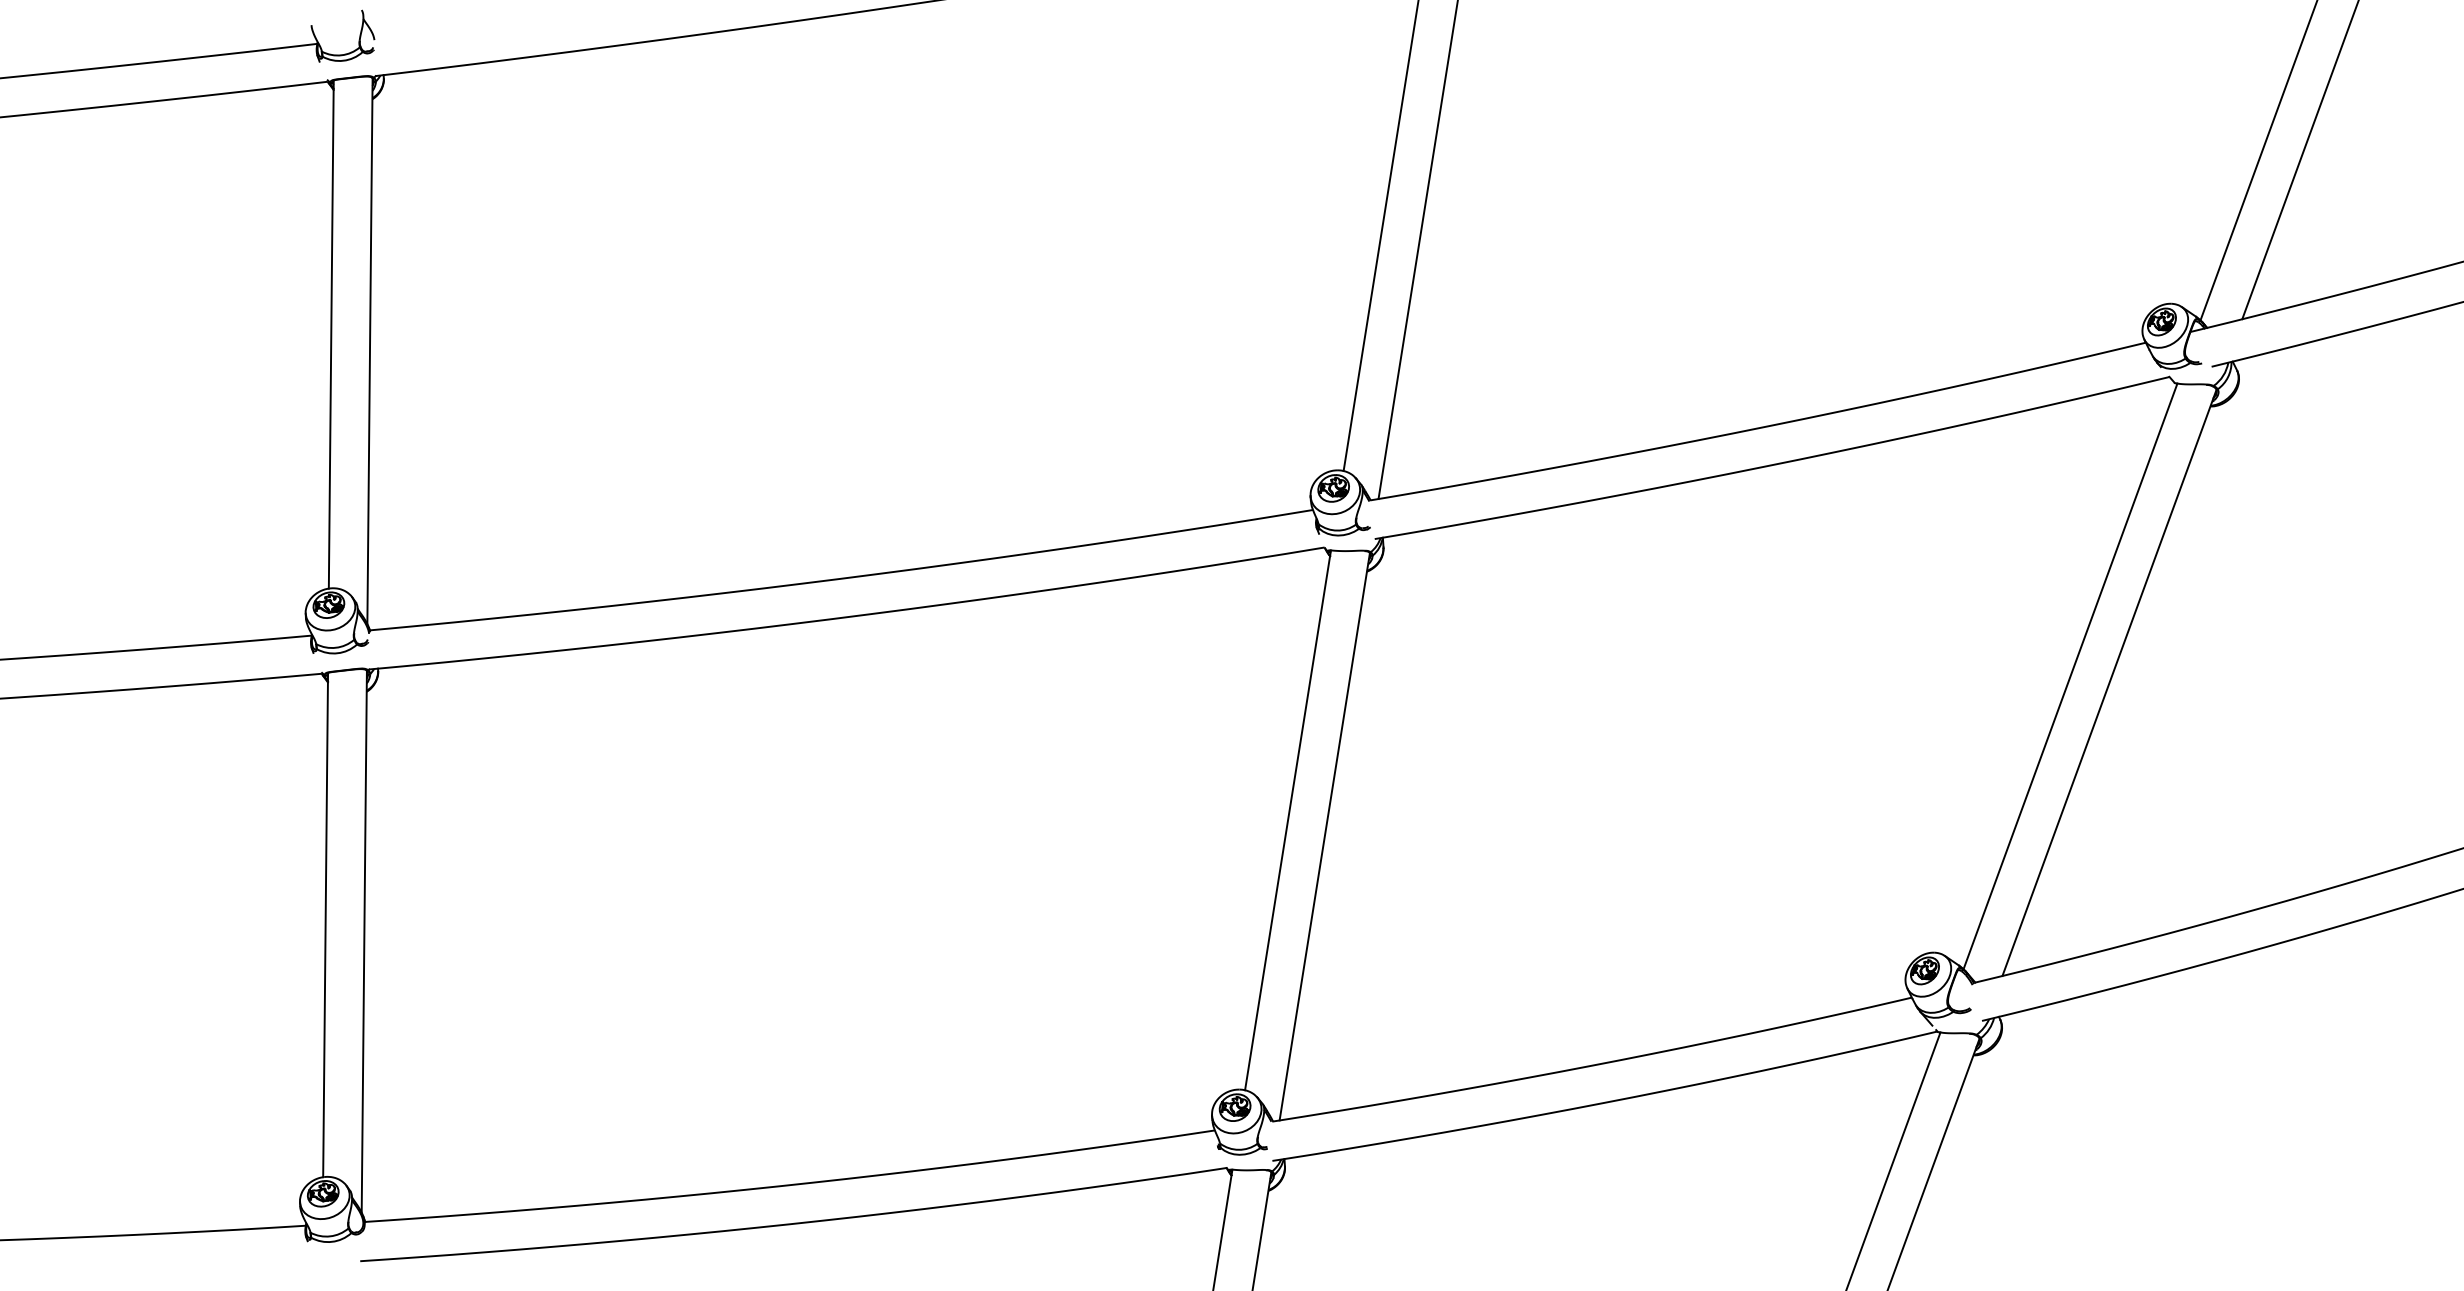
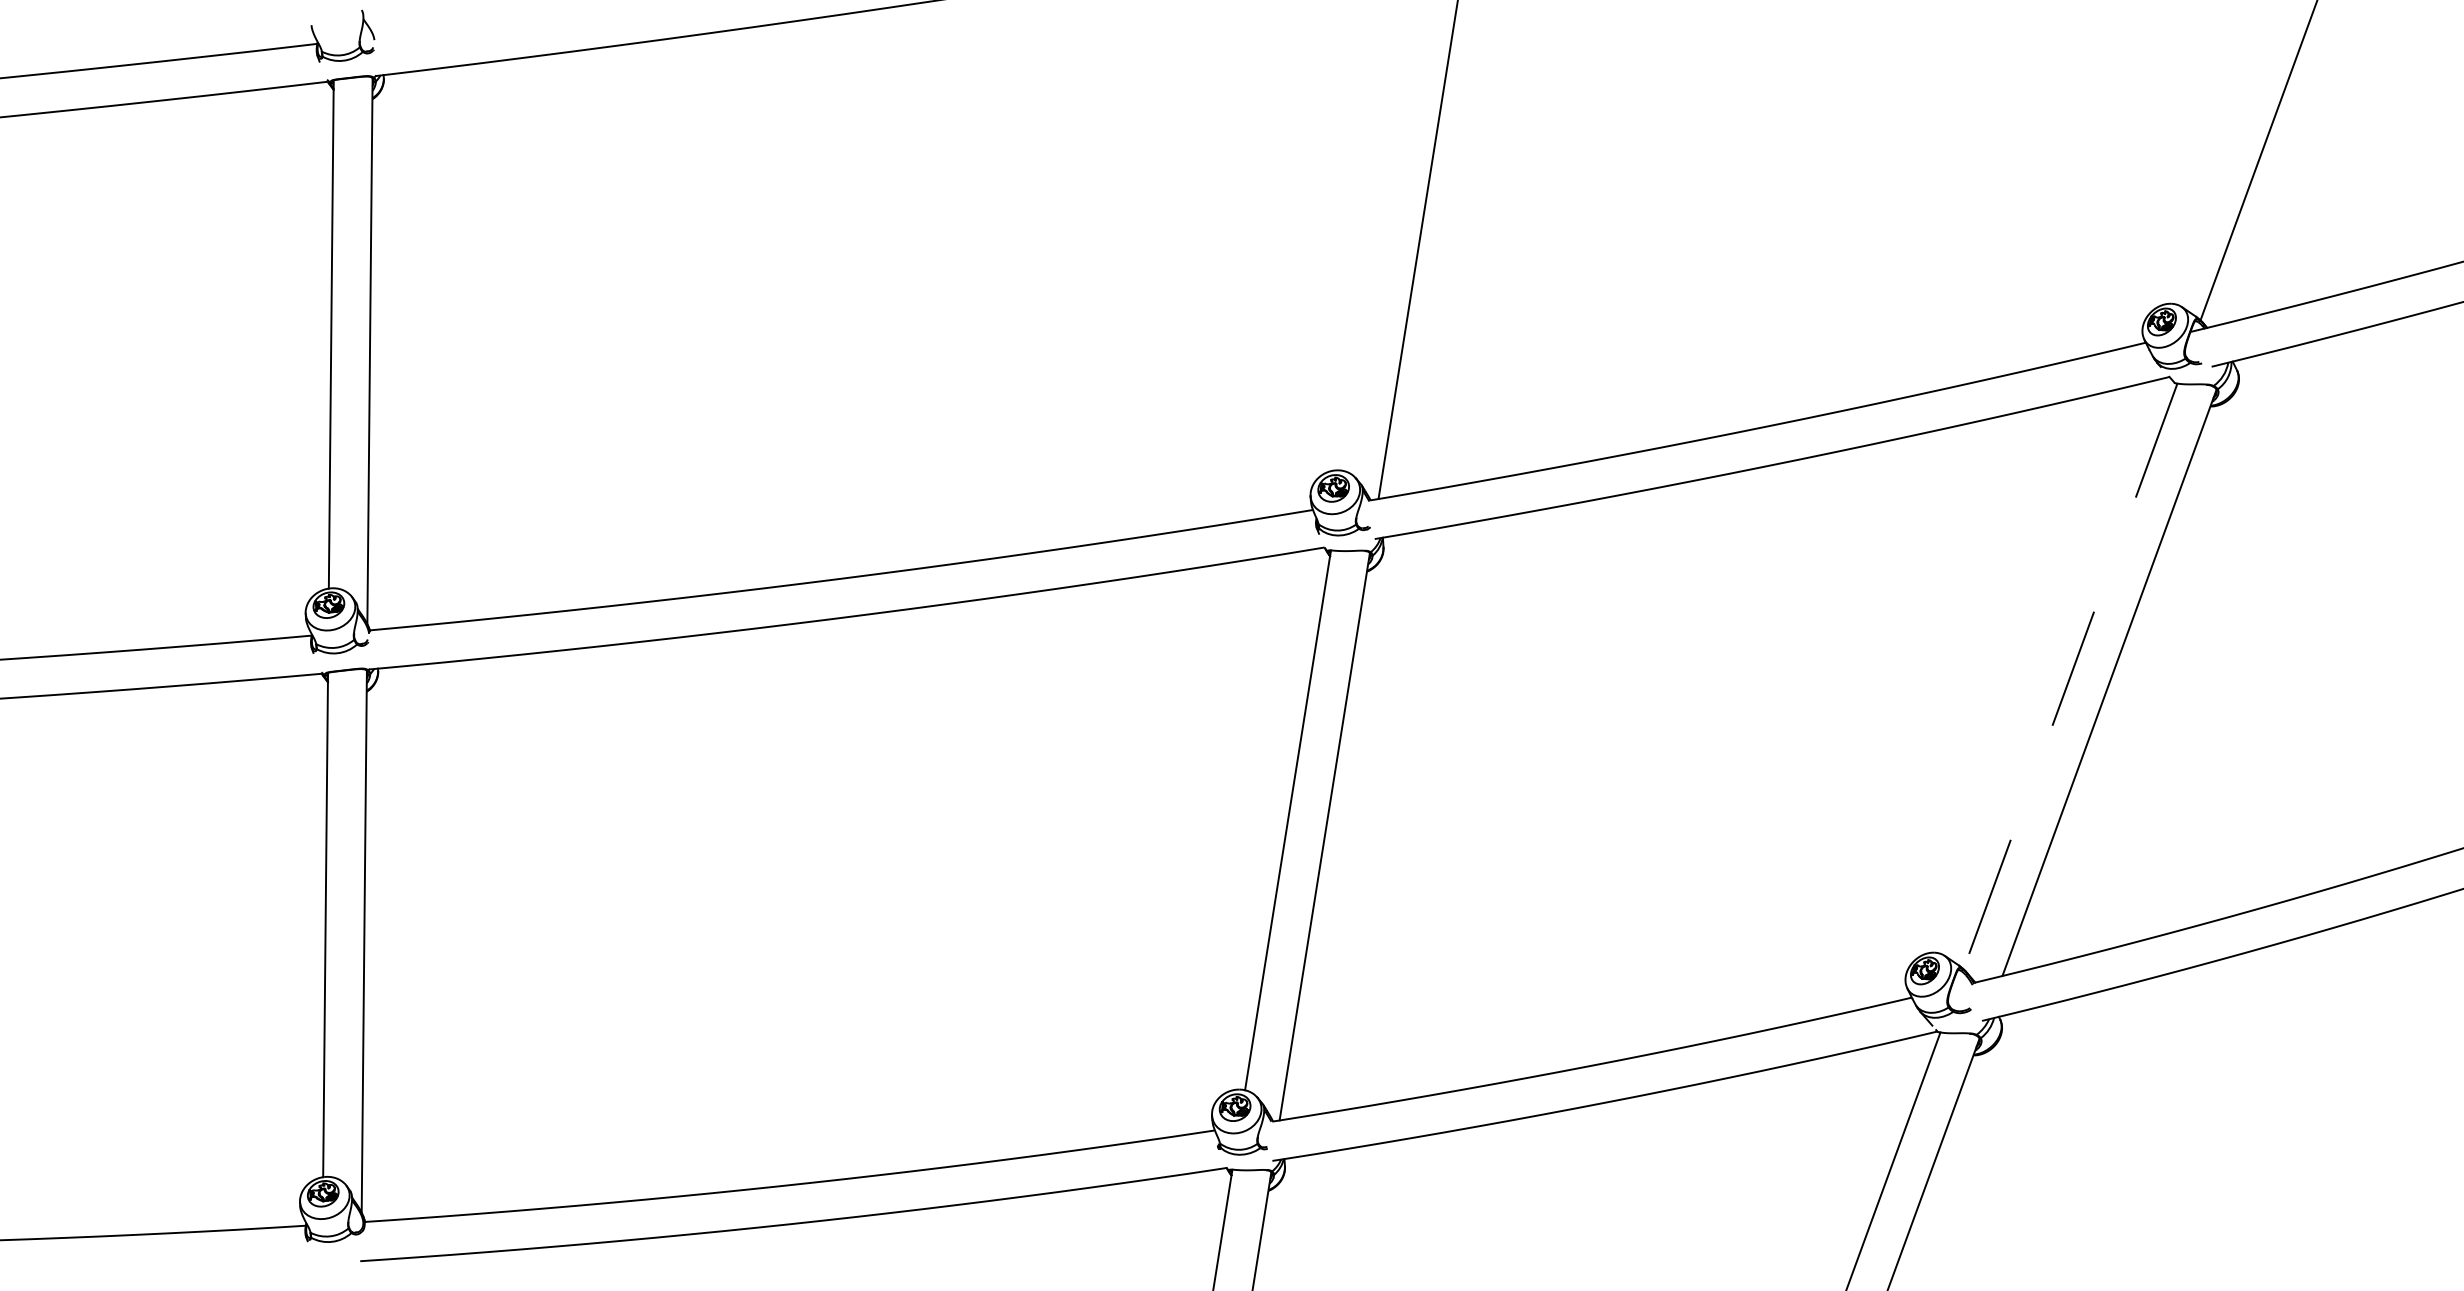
line at (2299, 160): present -> none
line at (1380, 236): present -> none
line at (2070, 676): solid -> dashed
